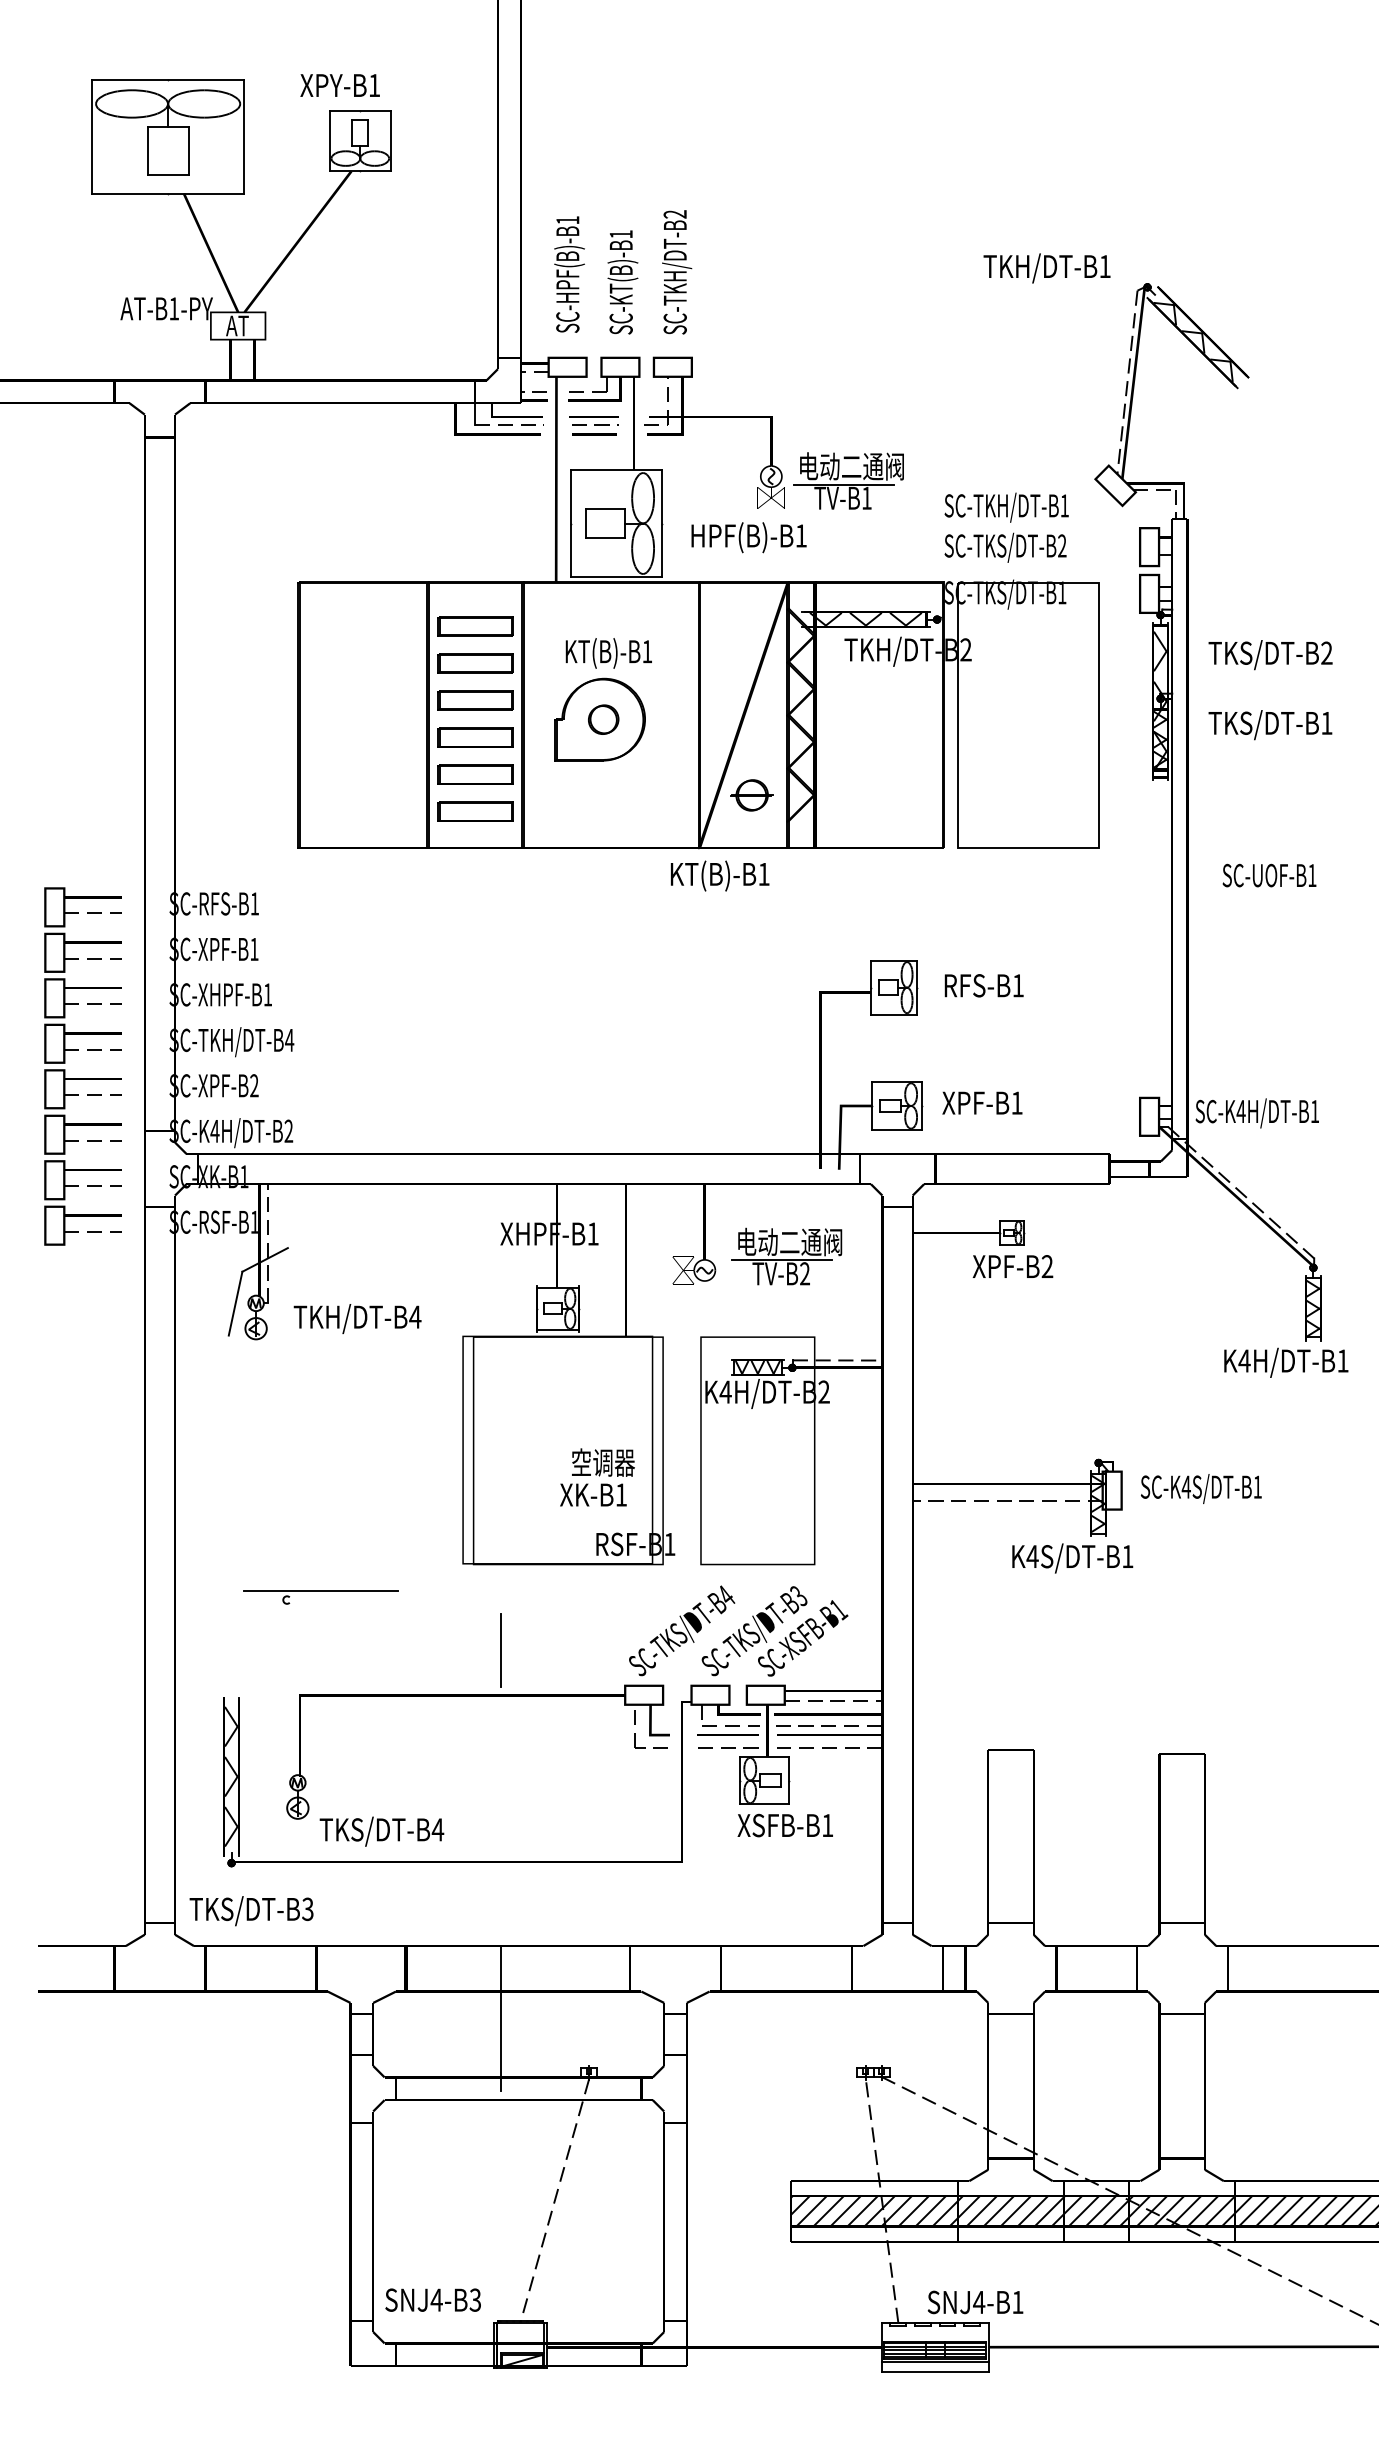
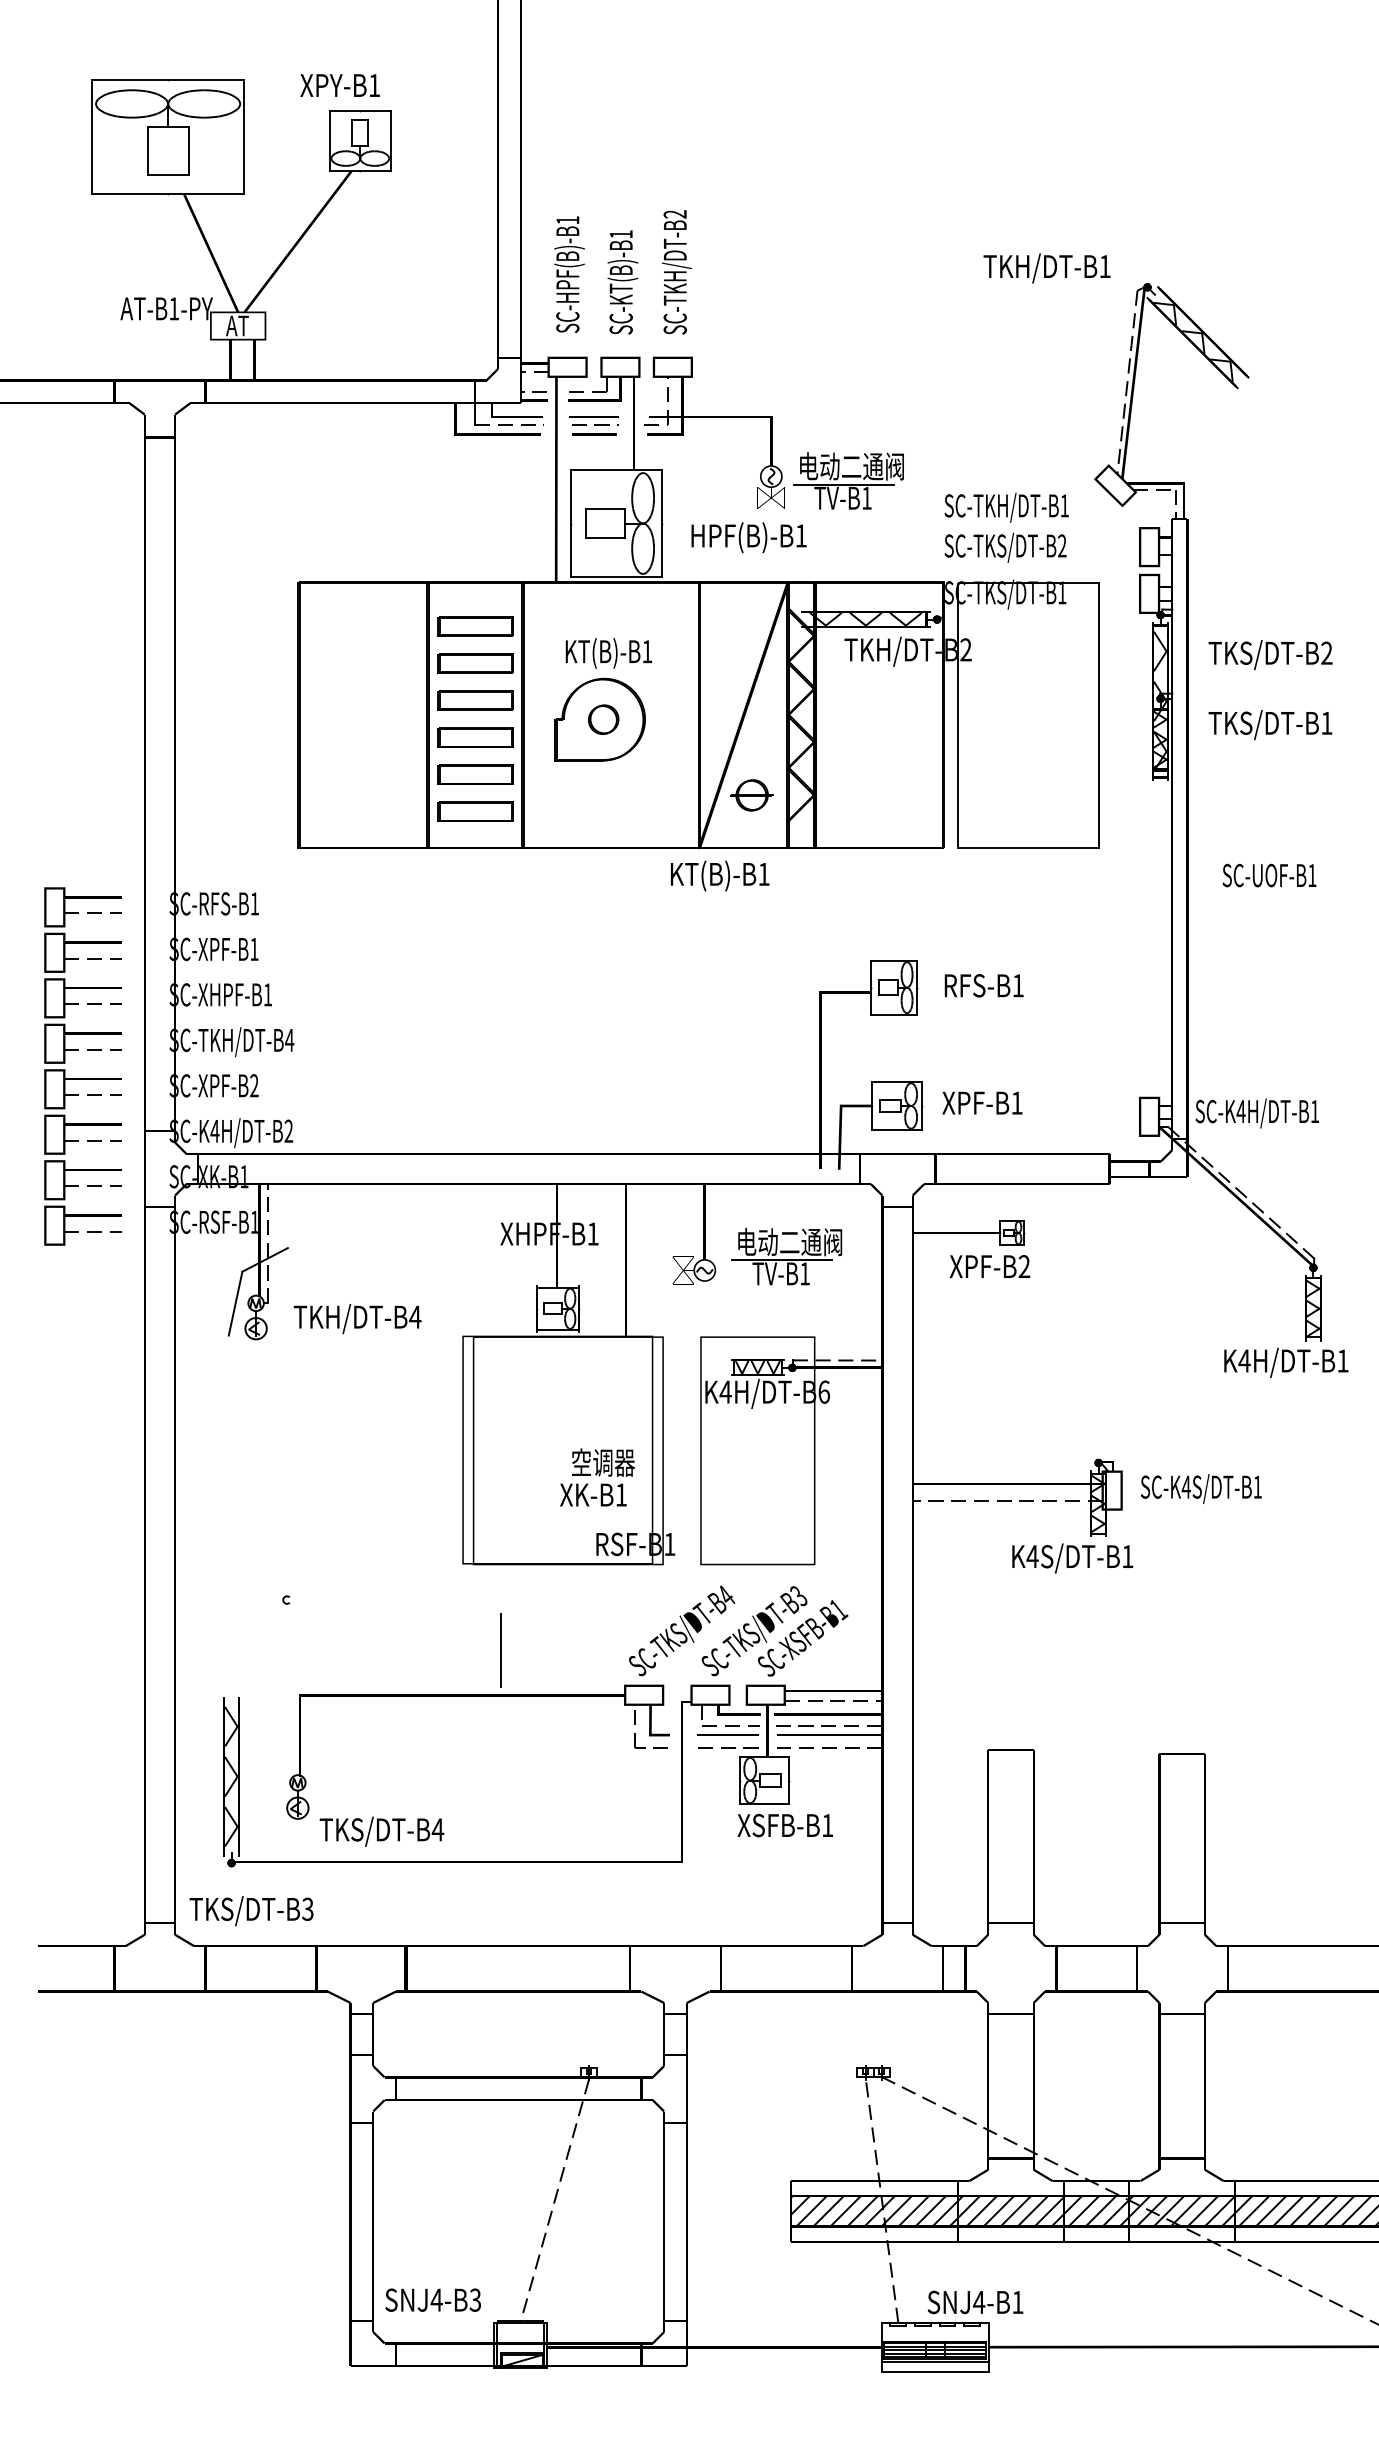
text at (1012, 1266) position: (1012, 1266) -> (989, 1266)
text at (804, 1273): TV-B2 -> TV-B1
text at (823, 1391): K4H/DT-B2 -> K4H/DT-B6
line at (320, 1591): present -> none
line at (500, 2018): present -> none
